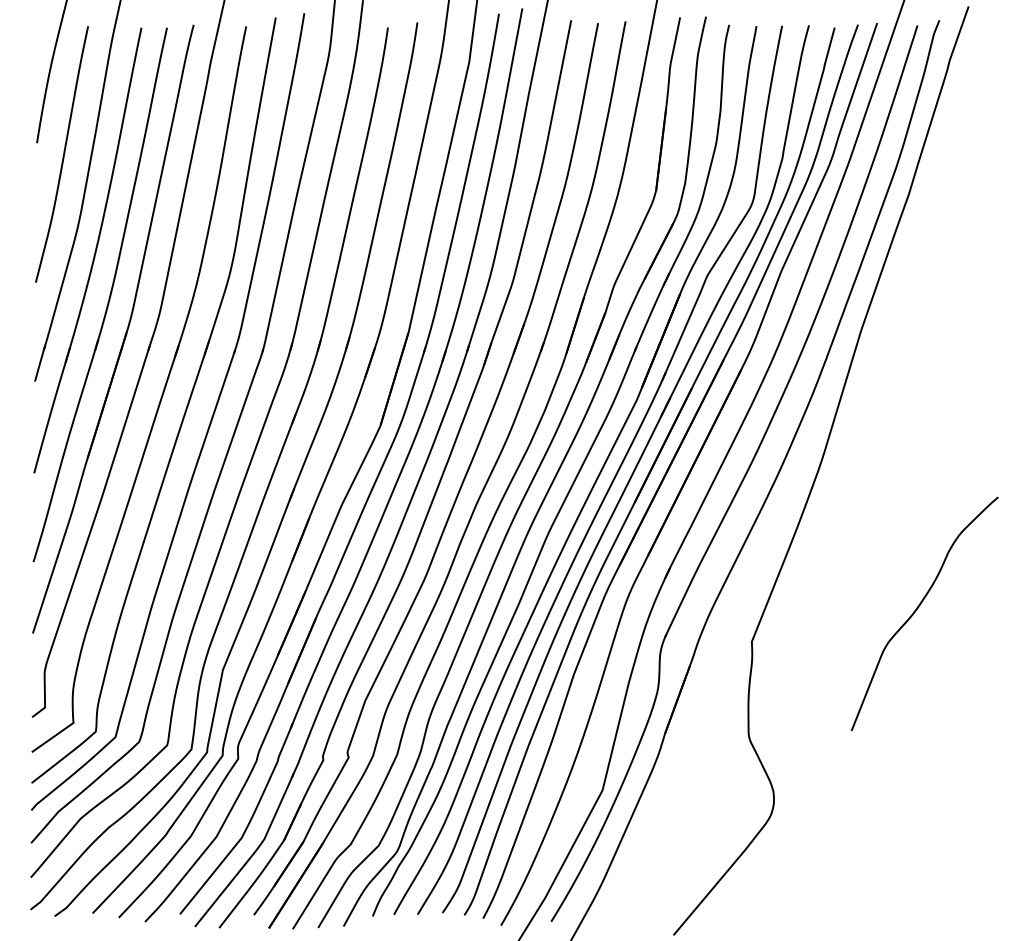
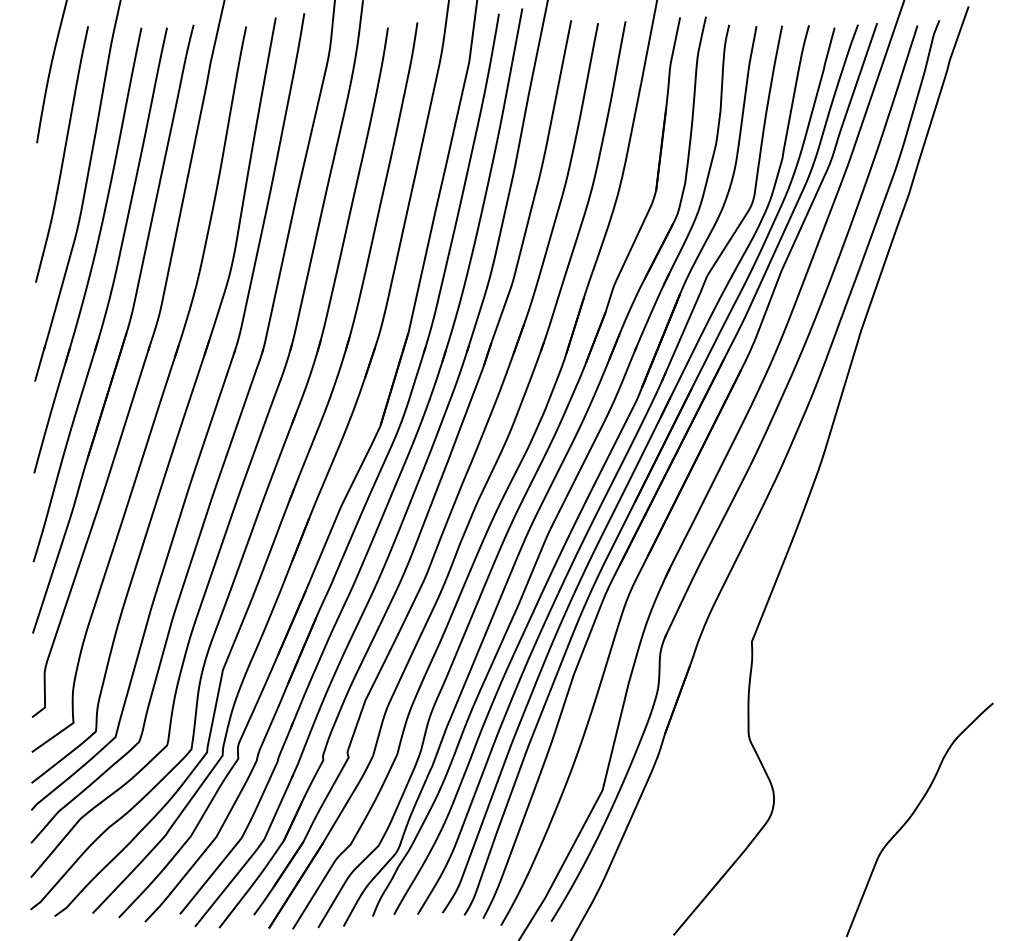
curve at (919, 607) position: (919, 607) -> (914, 813)
